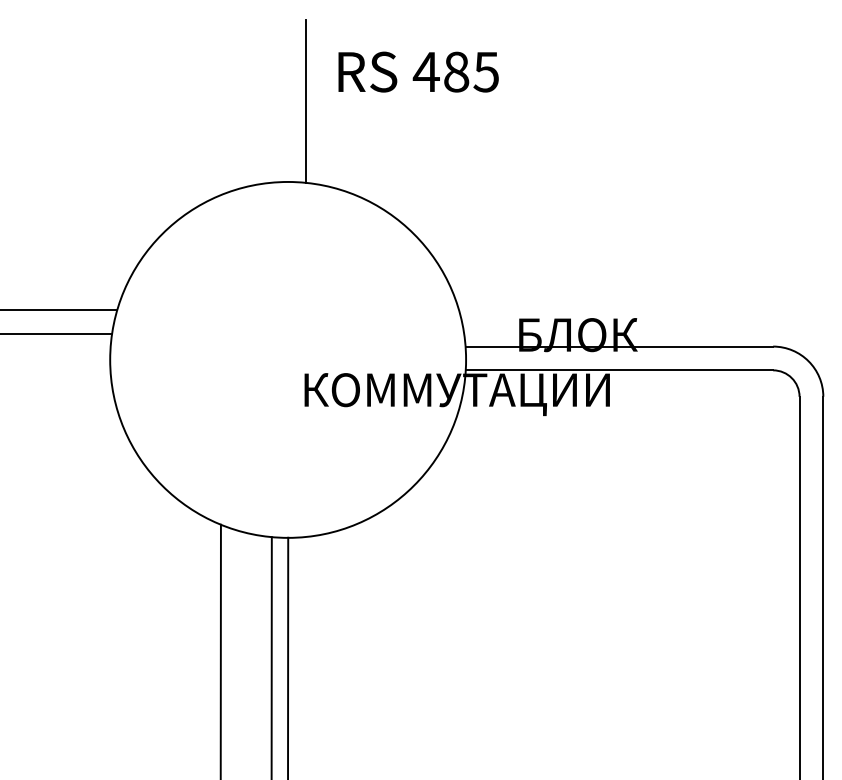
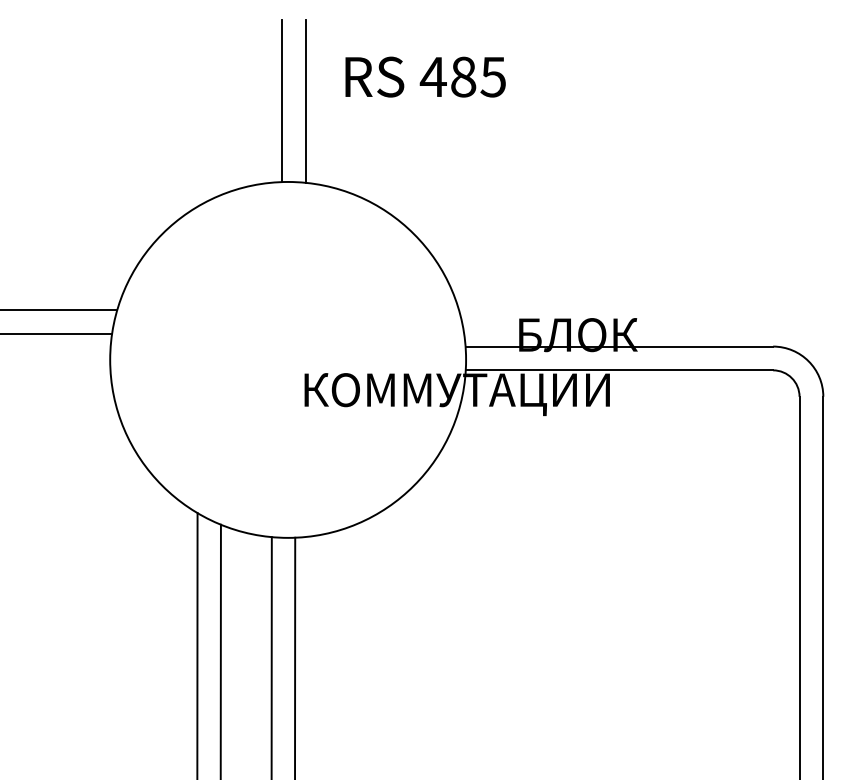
text at (418, 71) position: (418, 71) -> (425, 76)
line at (282, 101): none -> present
line at (197, 644): none -> present
line at (288, 656) position: (288, 656) -> (295, 656)
